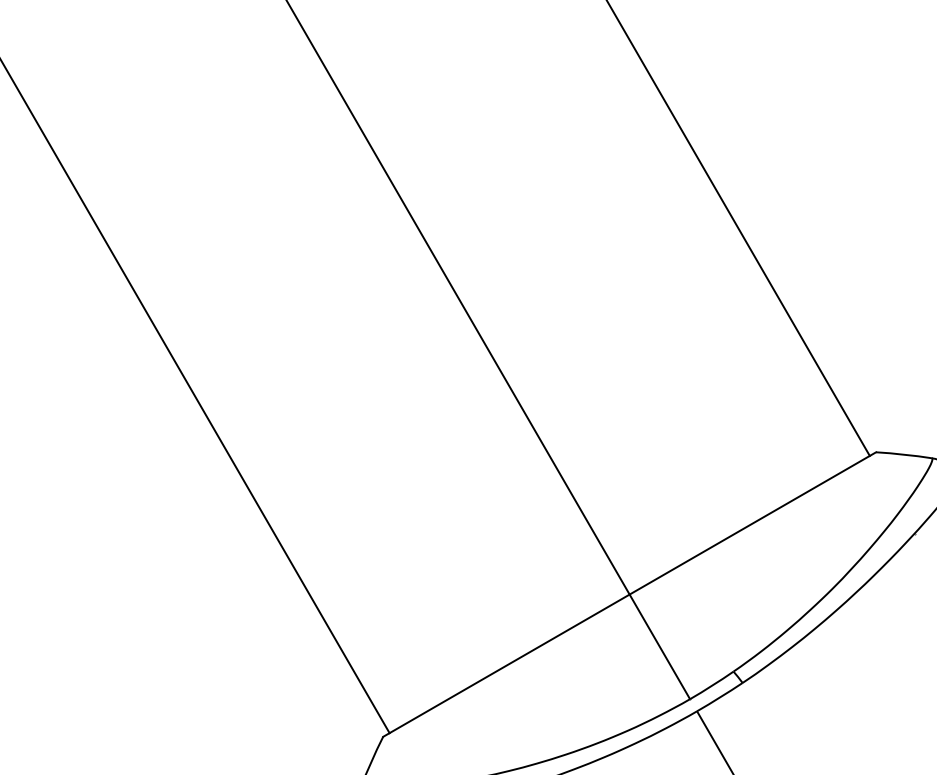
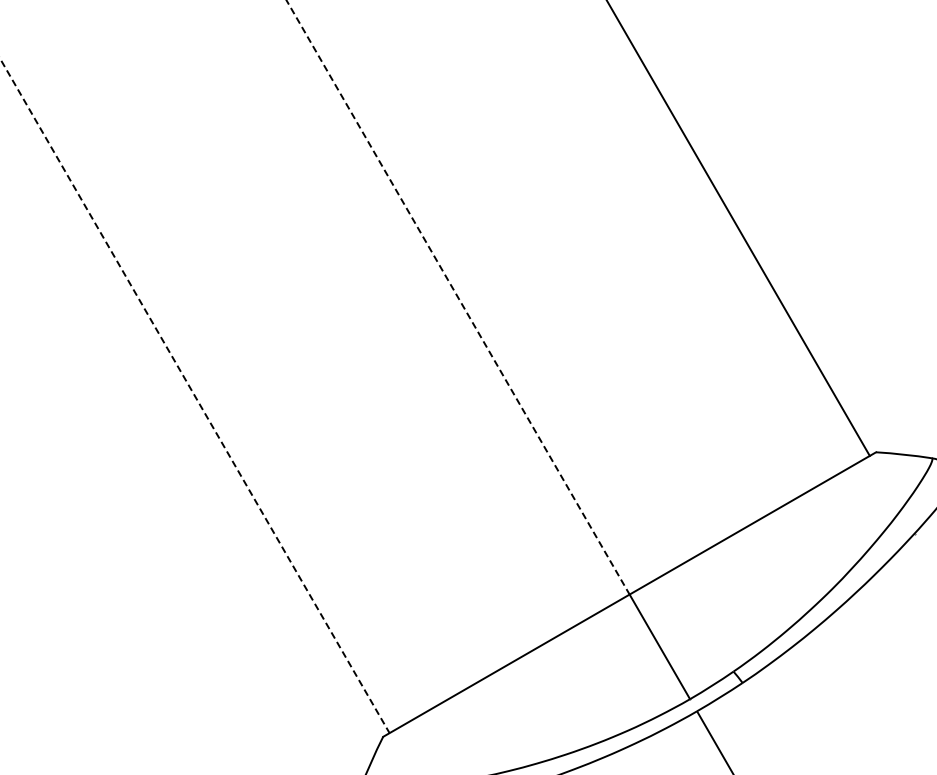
line at (458, 297): solid -> dashed
line at (195, 396): solid -> dashed
